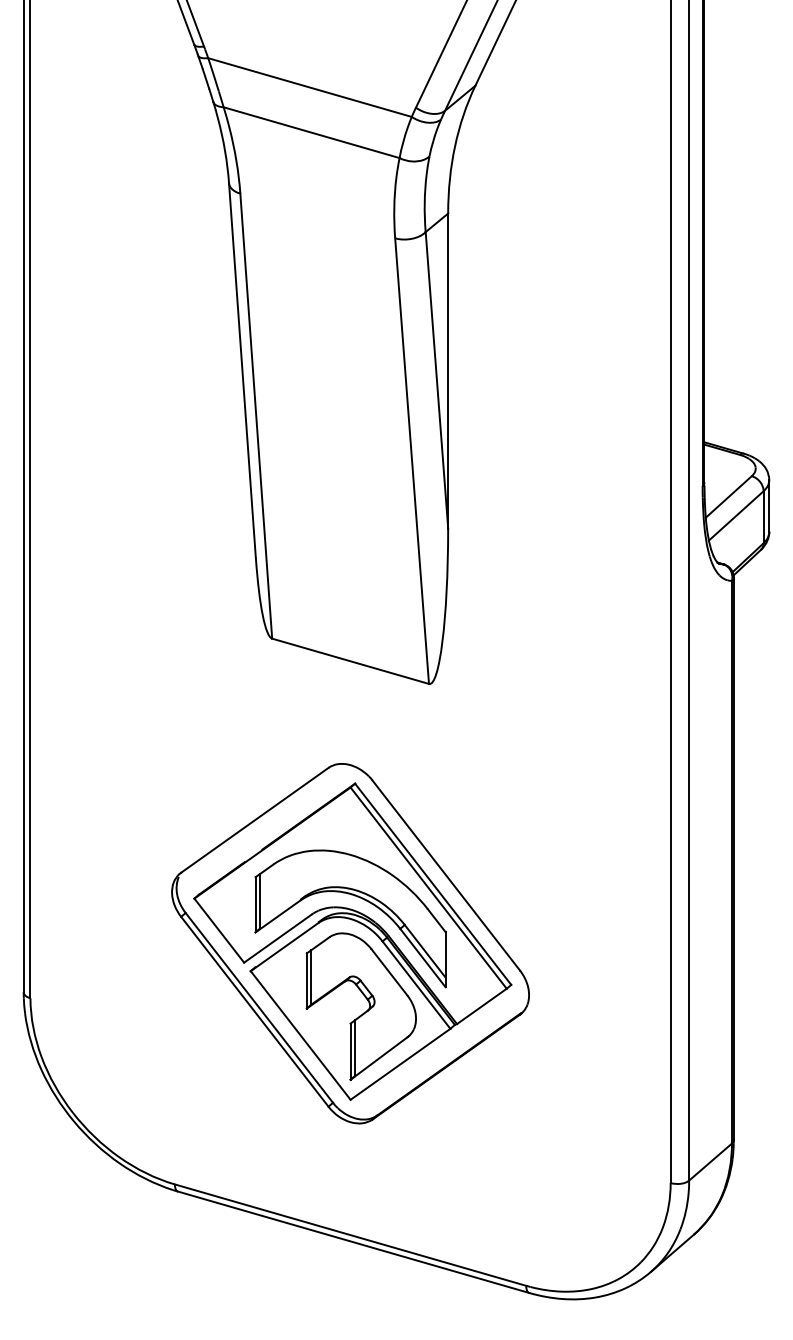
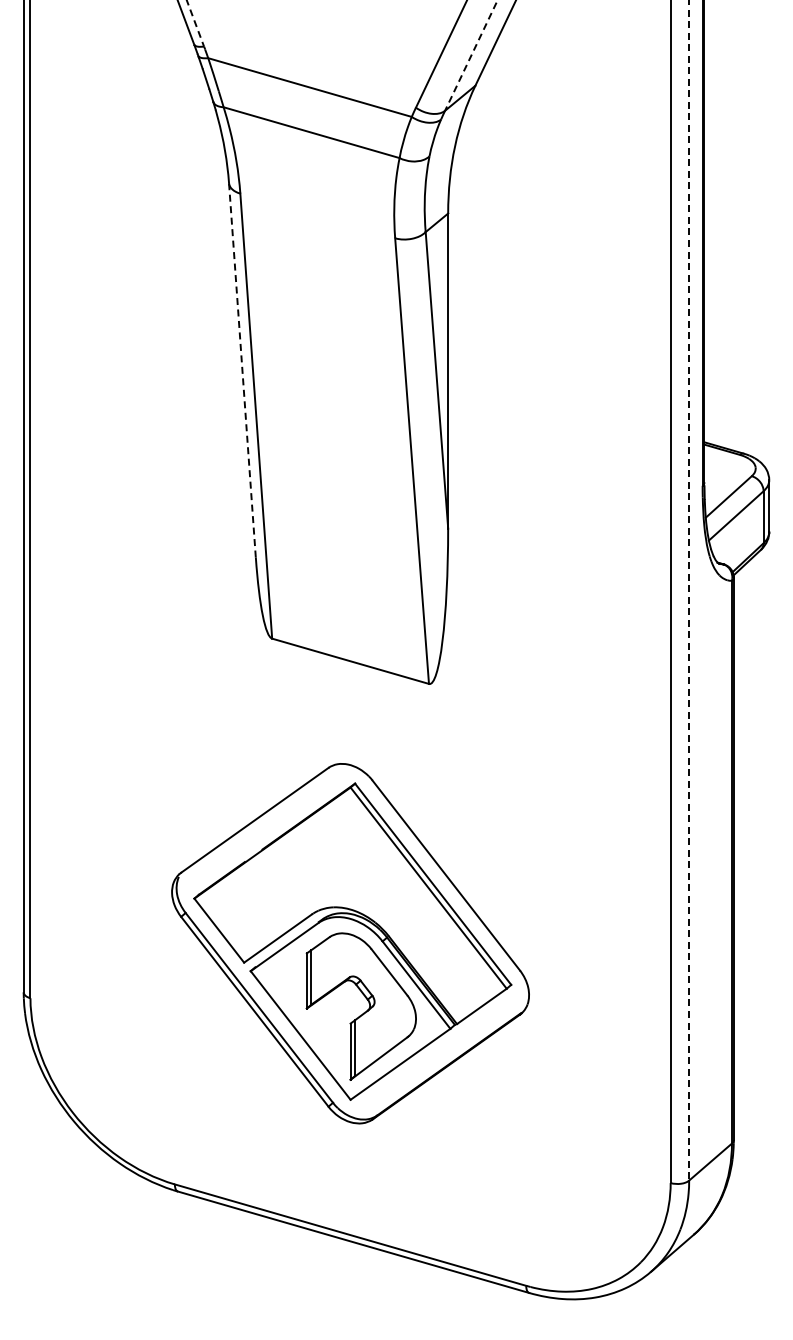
line at (195, 24): solid -> dashed
line at (471, 55): solid -> dashed
line at (242, 370): solid -> dashed
line at (689, 590): solid -> dashed
part at (359, 898): present -> none
